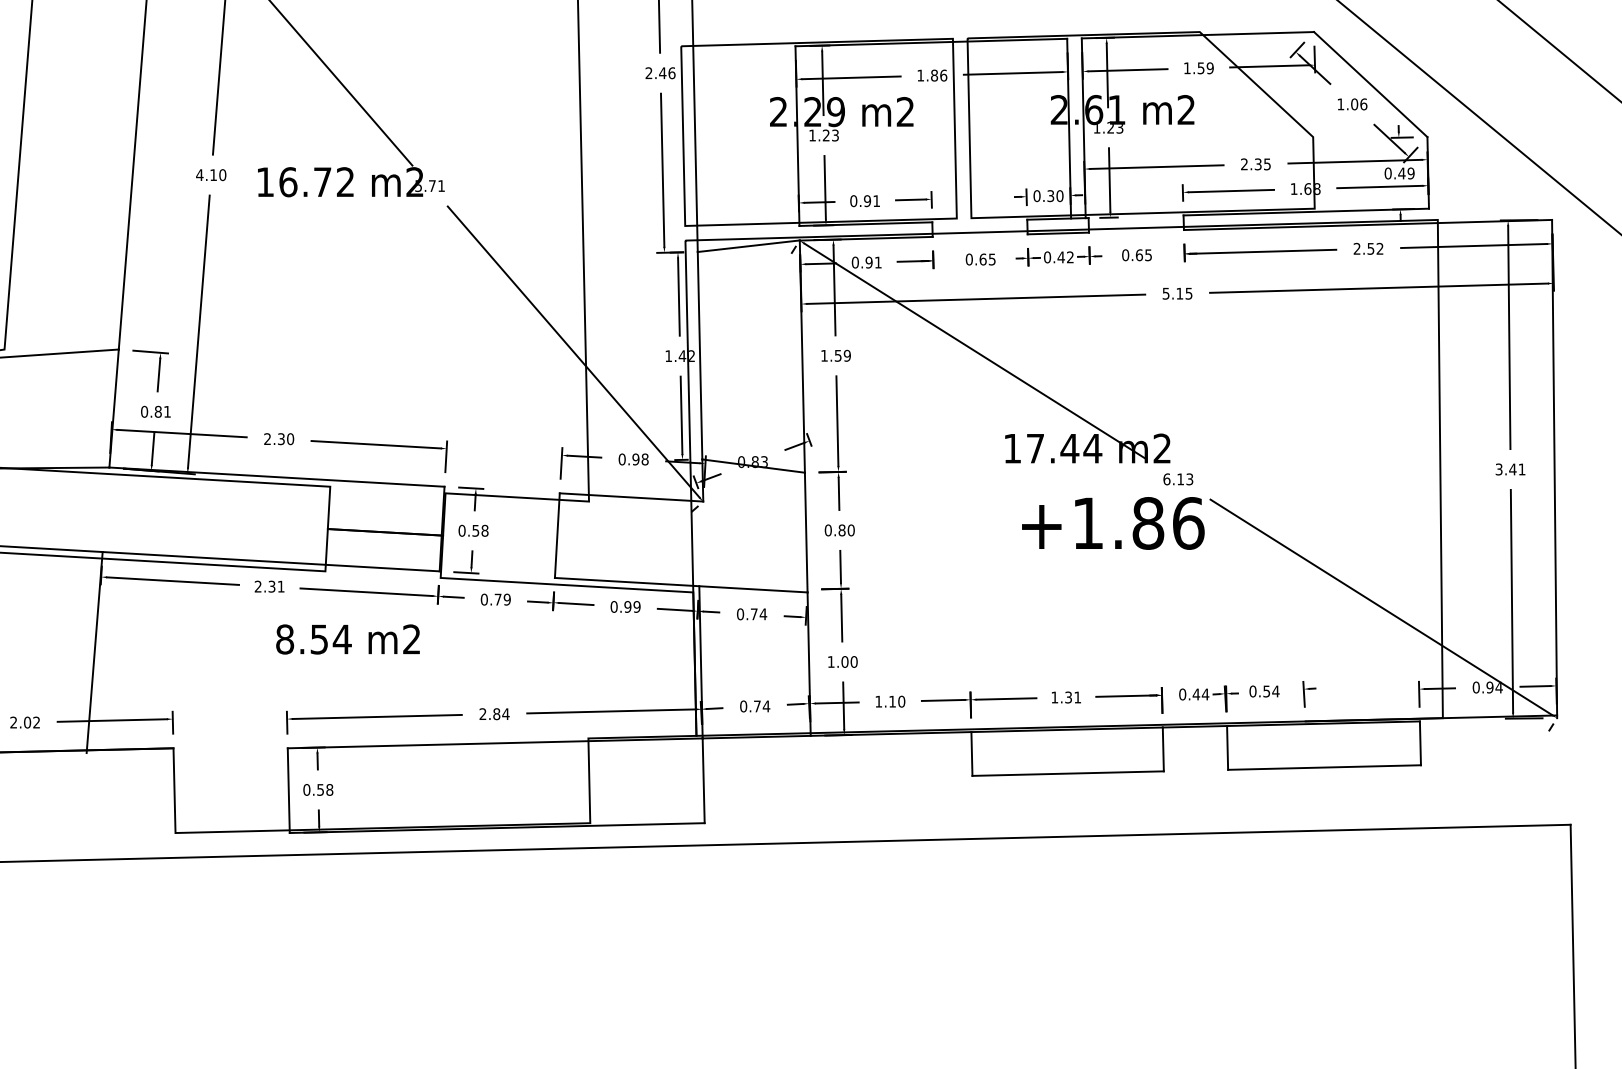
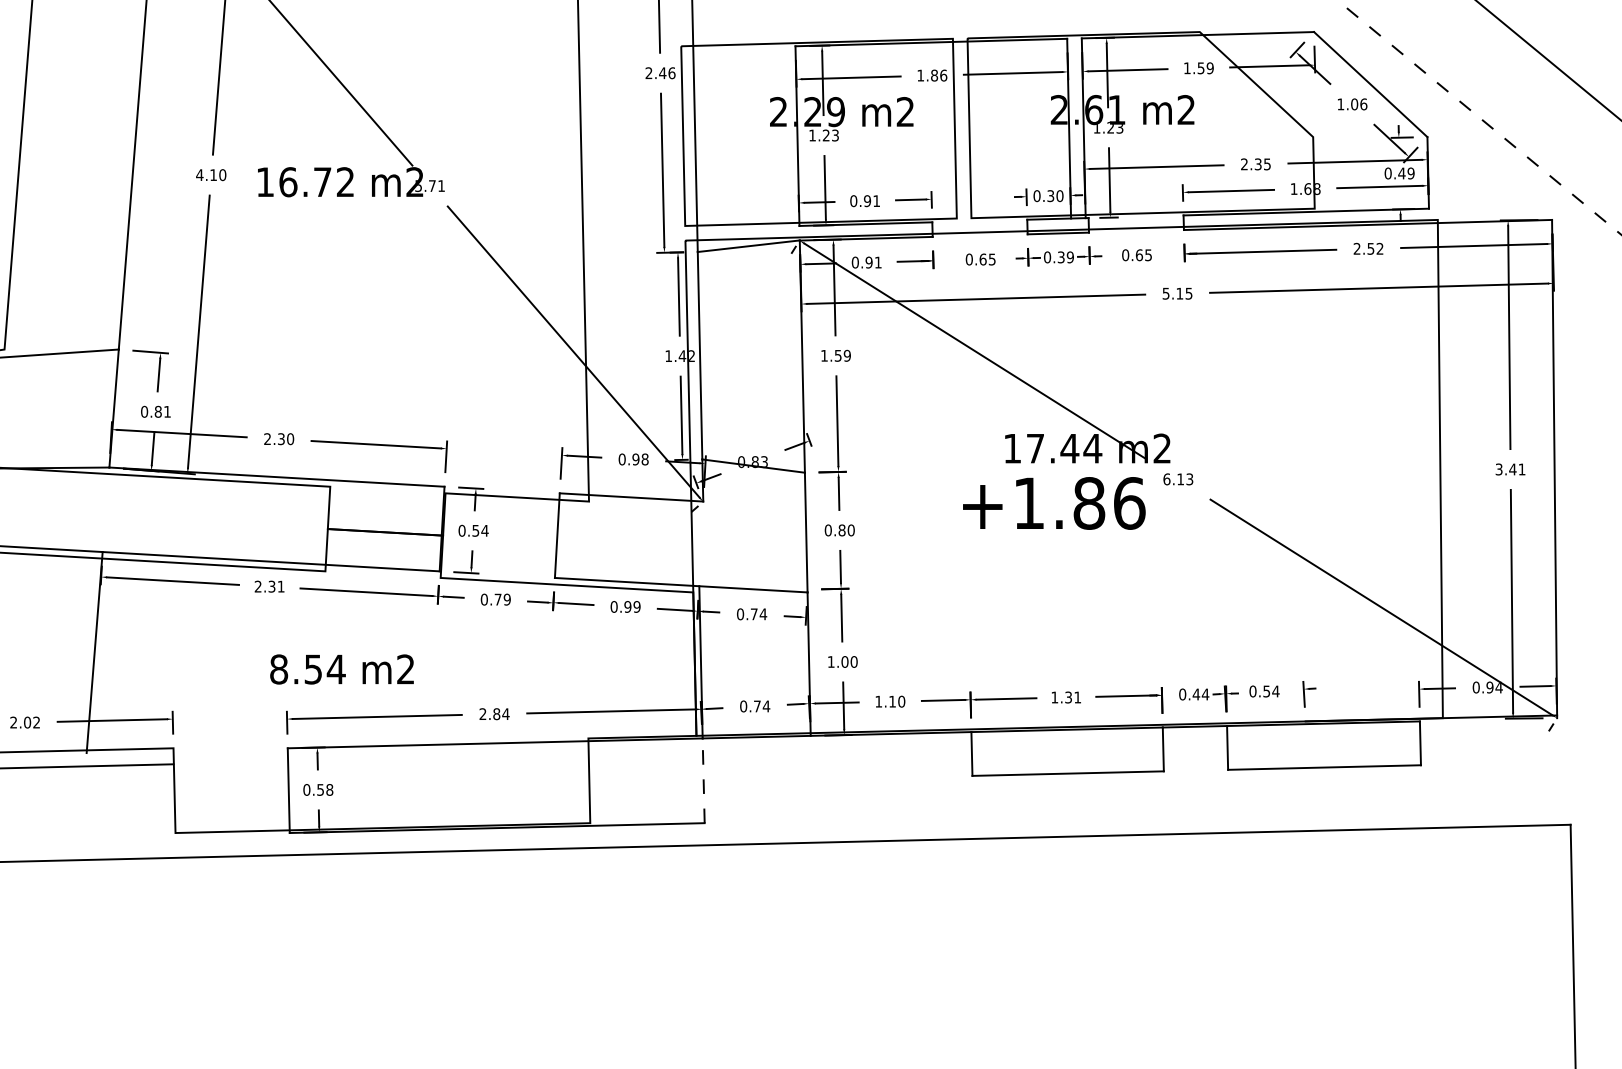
line at (1559, 51) position: (1559, 51) -> (1547, 60)
line at (1479, 117): solid -> dashed
text at (1065, 257): 0.42 -> 0.39
text at (1113, 523) position: (1113, 523) -> (1054, 503)
text at (484, 530): 0.58 -> 0.54
text at (347, 639) position: (347, 639) -> (341, 669)
line at (87, 750) position: (87, 750) -> (87, 766)
line at (703, 780): solid -> dashed
